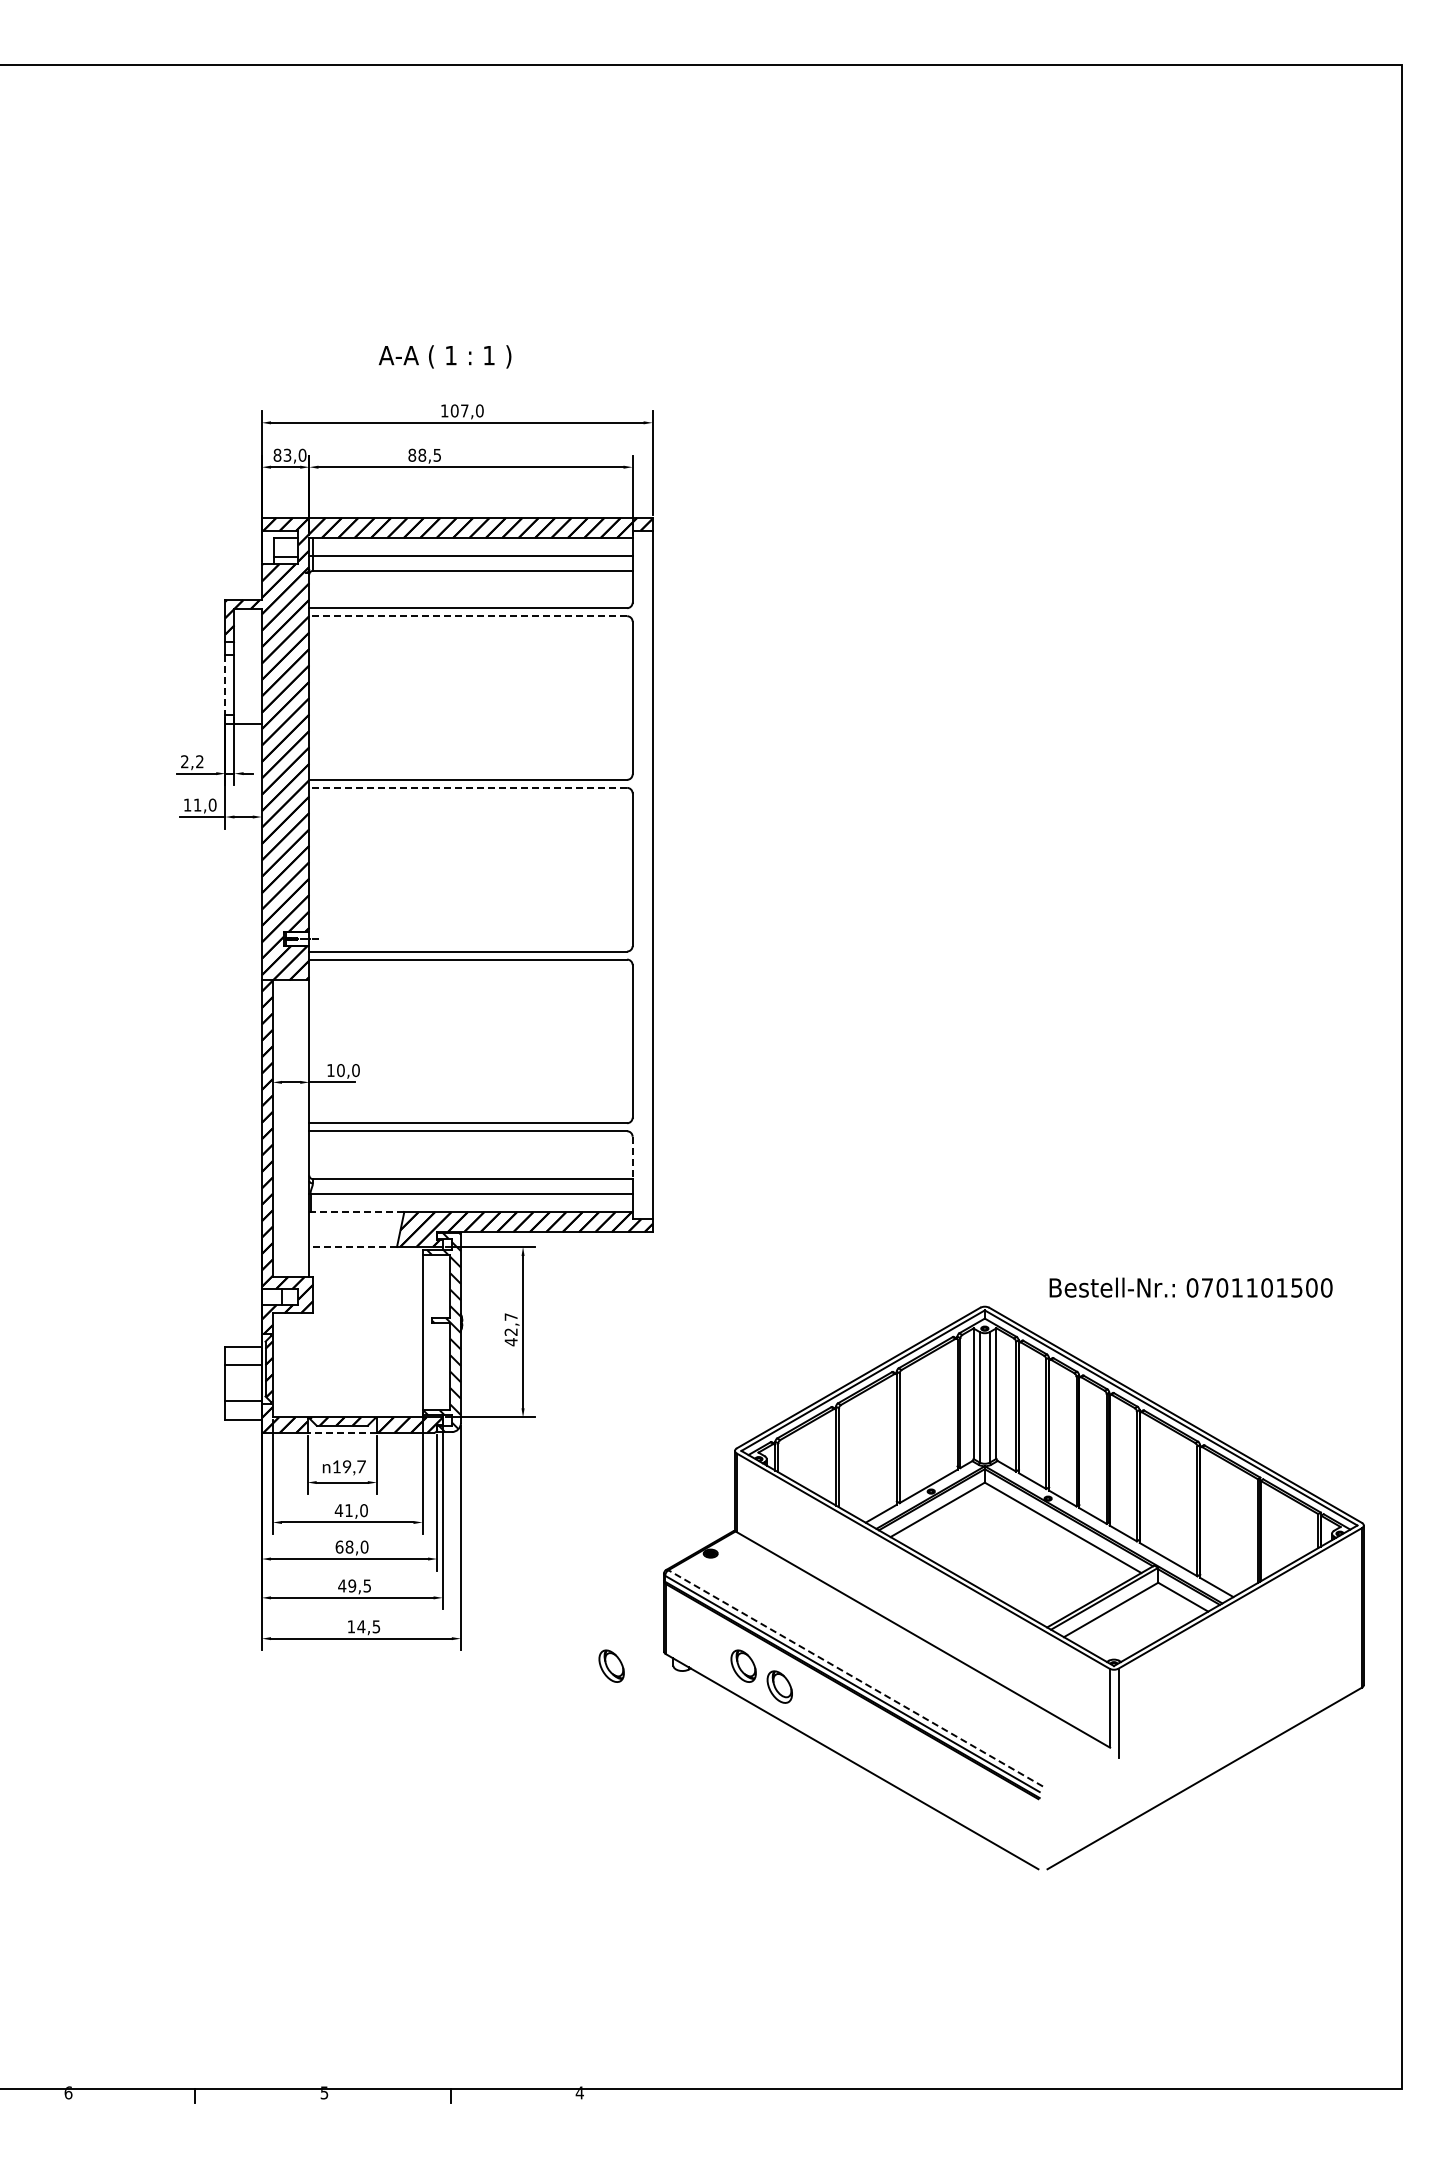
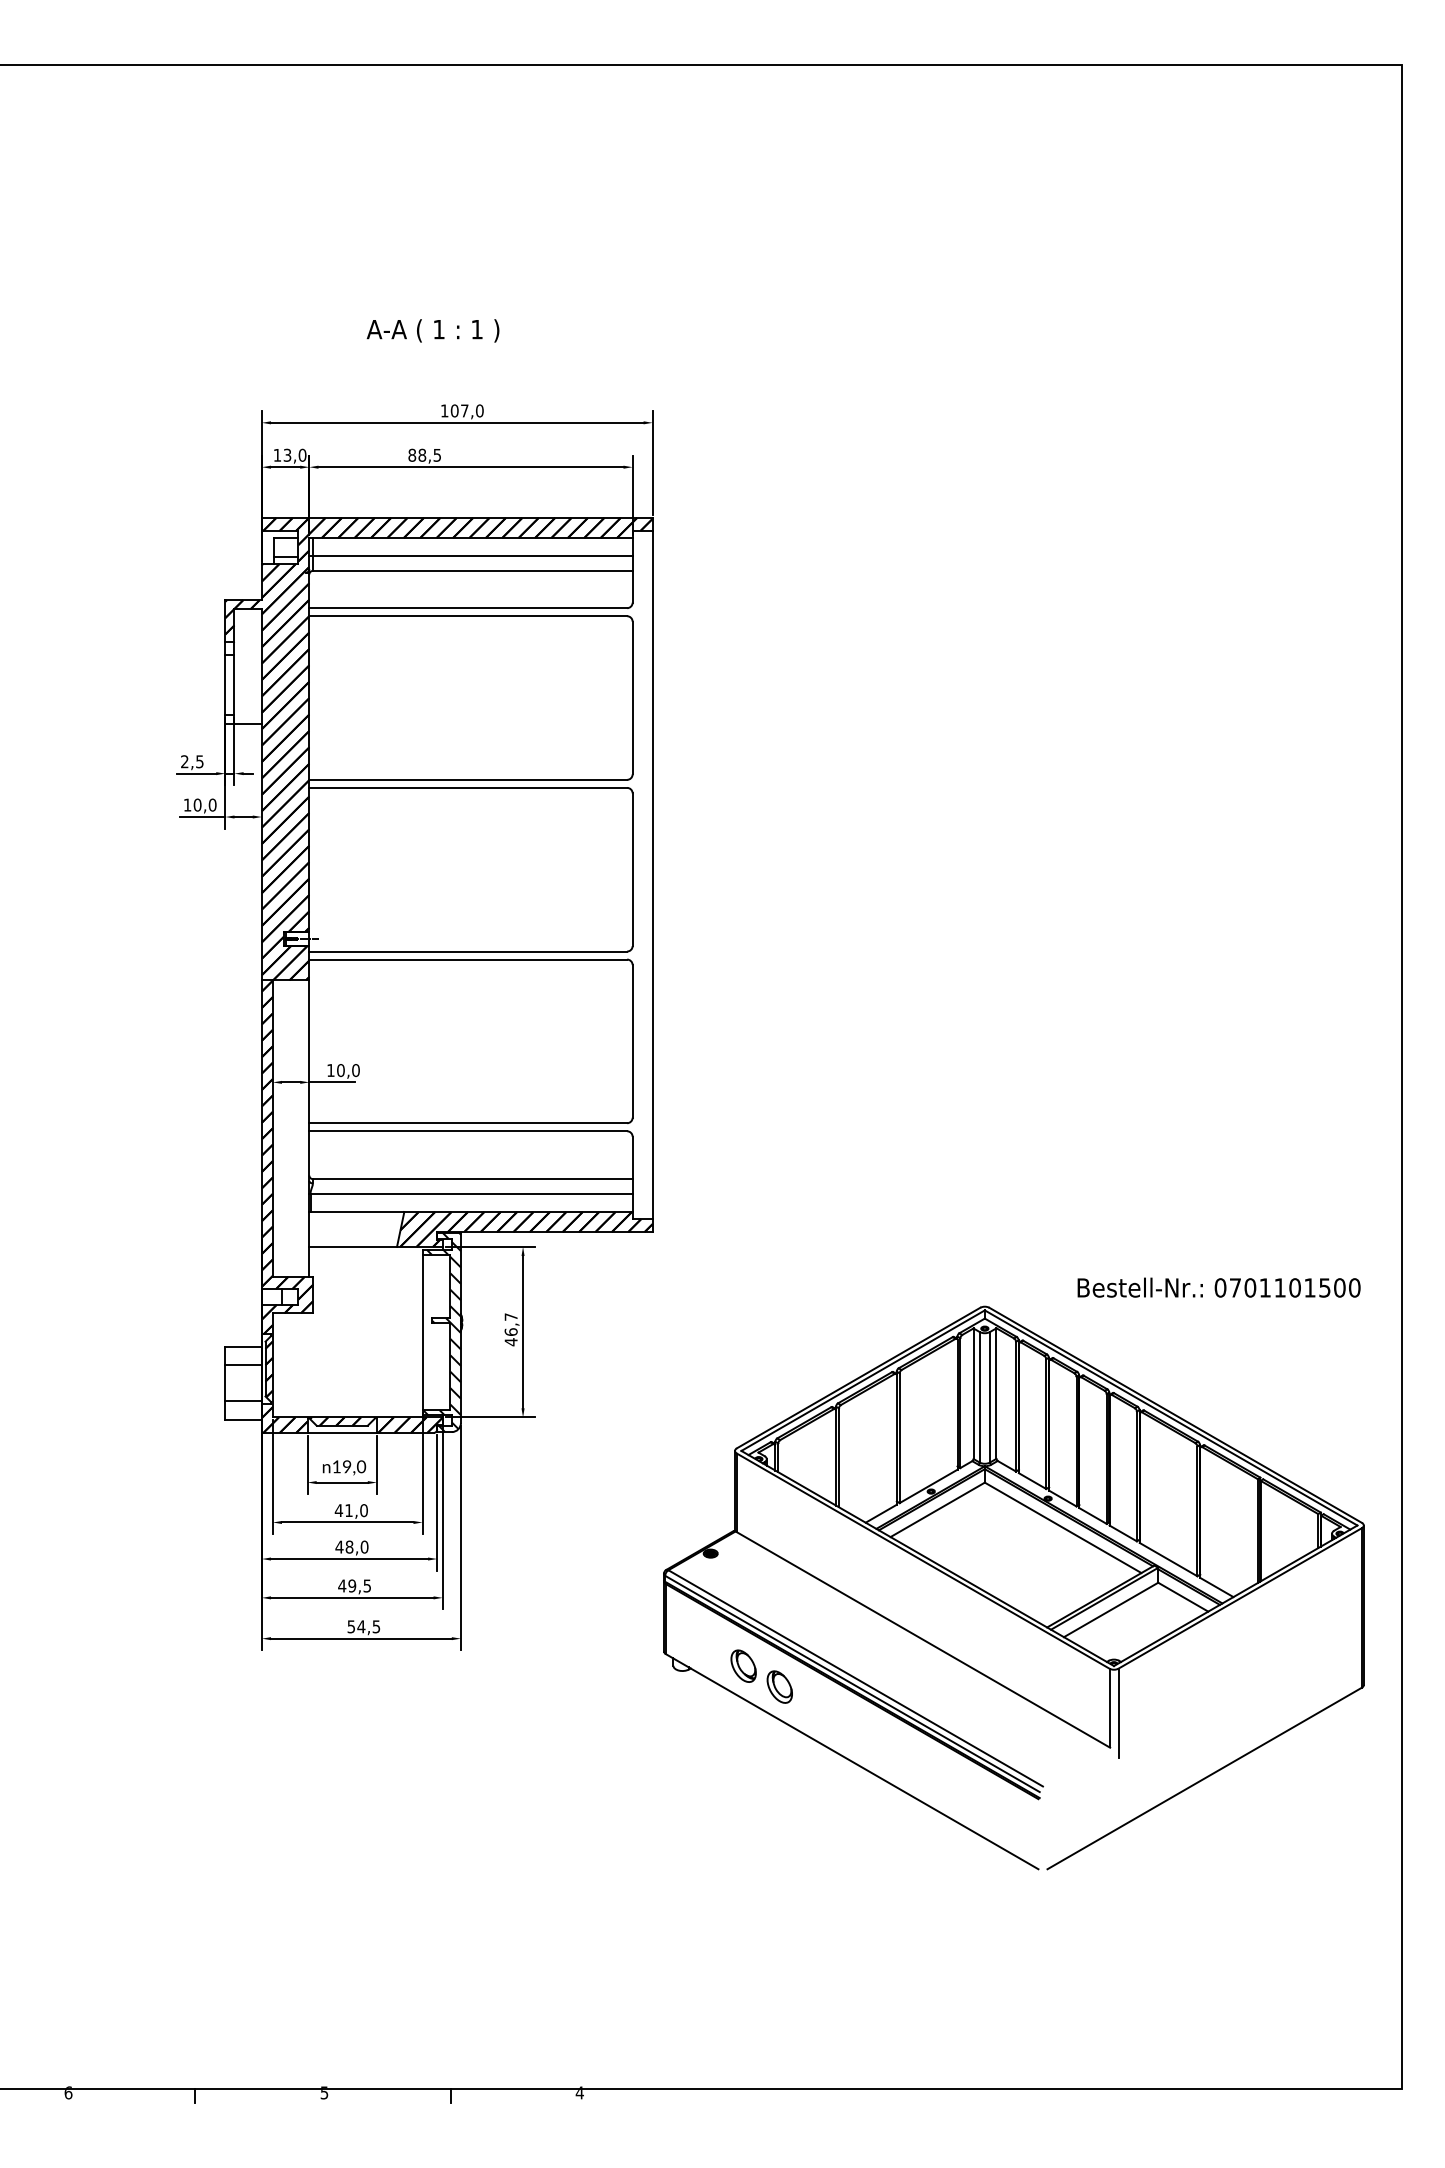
text at (444, 356) position: (444, 356) -> (432, 330)
text at (277, 454): 83,0 -> 13,0
line at (468, 616): dashed -> solid
line at (225, 685): dashed -> solid
text at (199, 761): 2,2 -> 2,5
line at (468, 787): dashed -> solid
text at (197, 804): 11,0 -> 10,0
line at (632, 1158): dashed -> solid
line at (357, 1212): dashed -> solid
line at (353, 1246): dashed -> solid
text at (1190, 1287) position: (1190, 1287) -> (1218, 1287)
text at (510, 1331): 42,7 -> 46,7
line at (342, 1433): dashed -> solid
text at (361, 1466): 19,7 -> 19,0
text at (339, 1546): 68,0 -> 48,0
text at (350, 1626): 14,5 -> 54,5
part at (611, 1665): present -> none
line at (855, 1678): dashed -> solid
